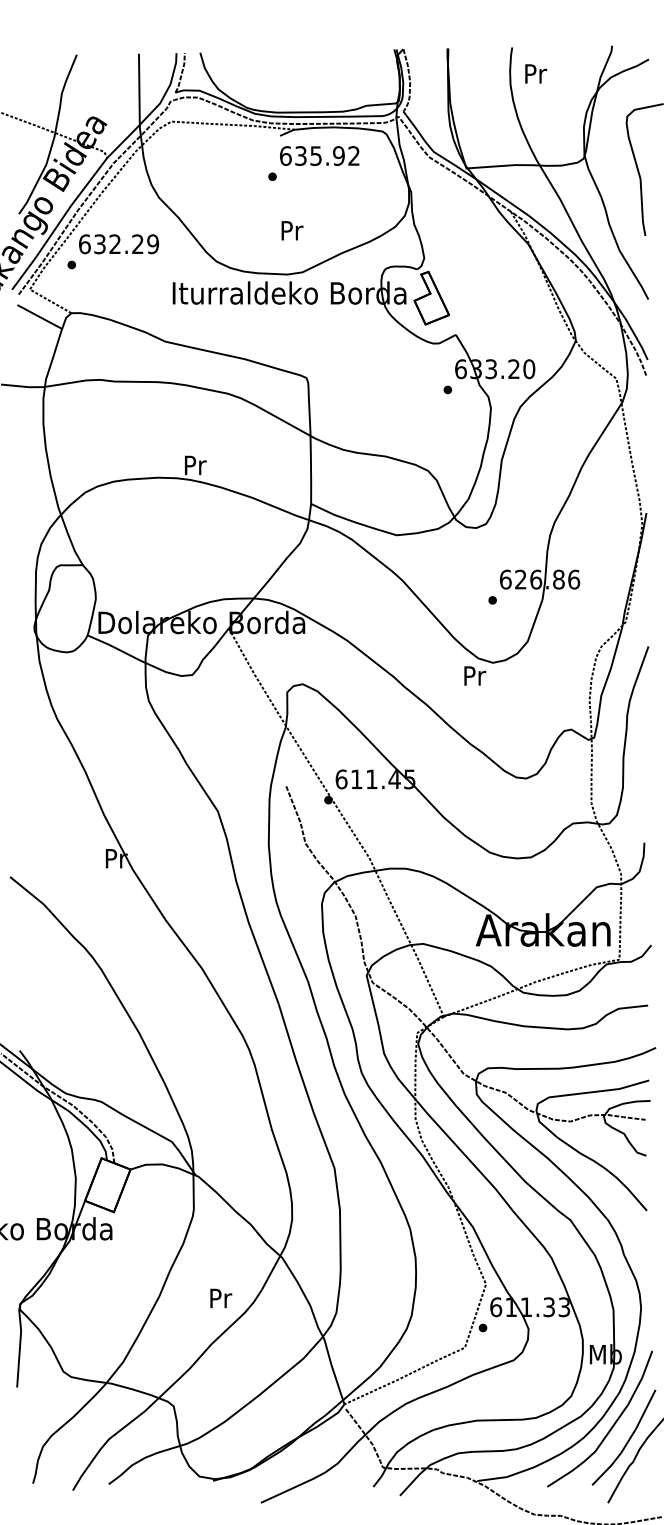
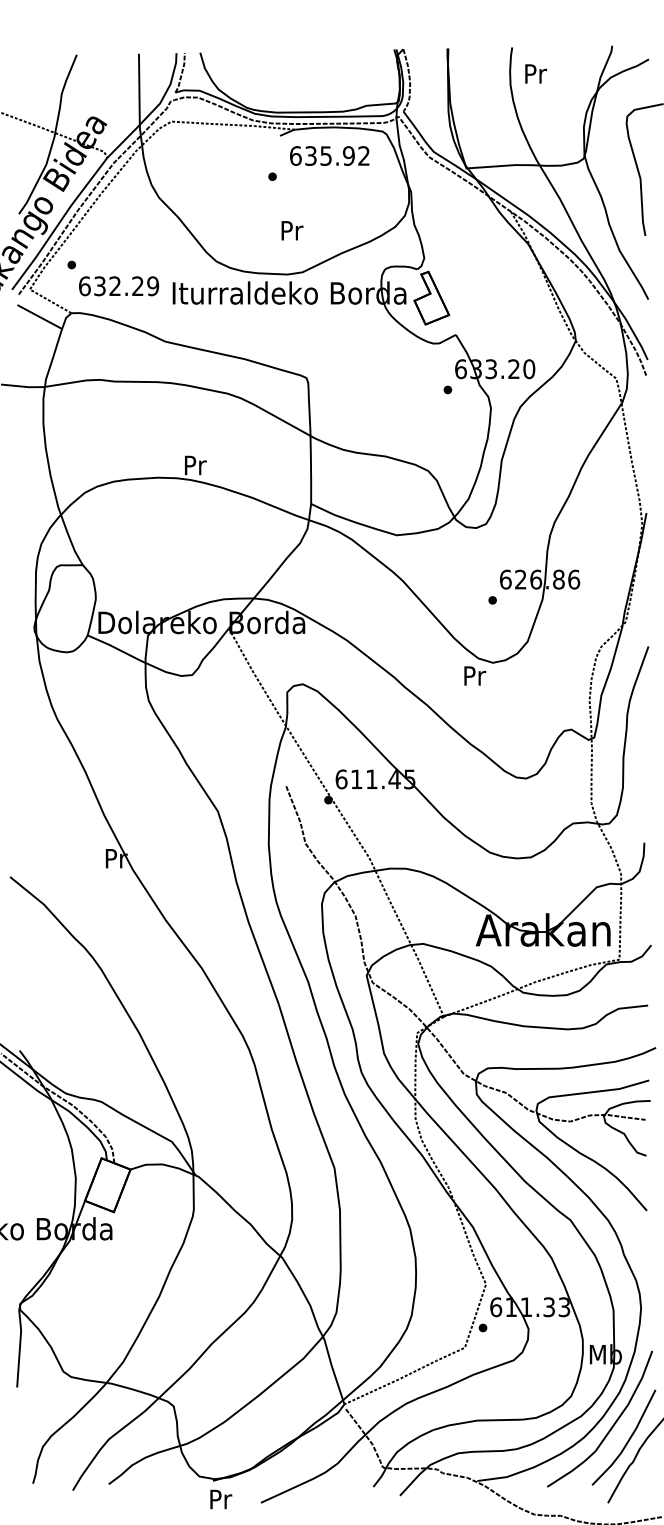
text at (319, 155) position: (319, 155) -> (329, 155)
text at (119, 244) position: (119, 244) -> (119, 286)
text at (221, 1298) position: (221, 1298) -> (221, 1499)
